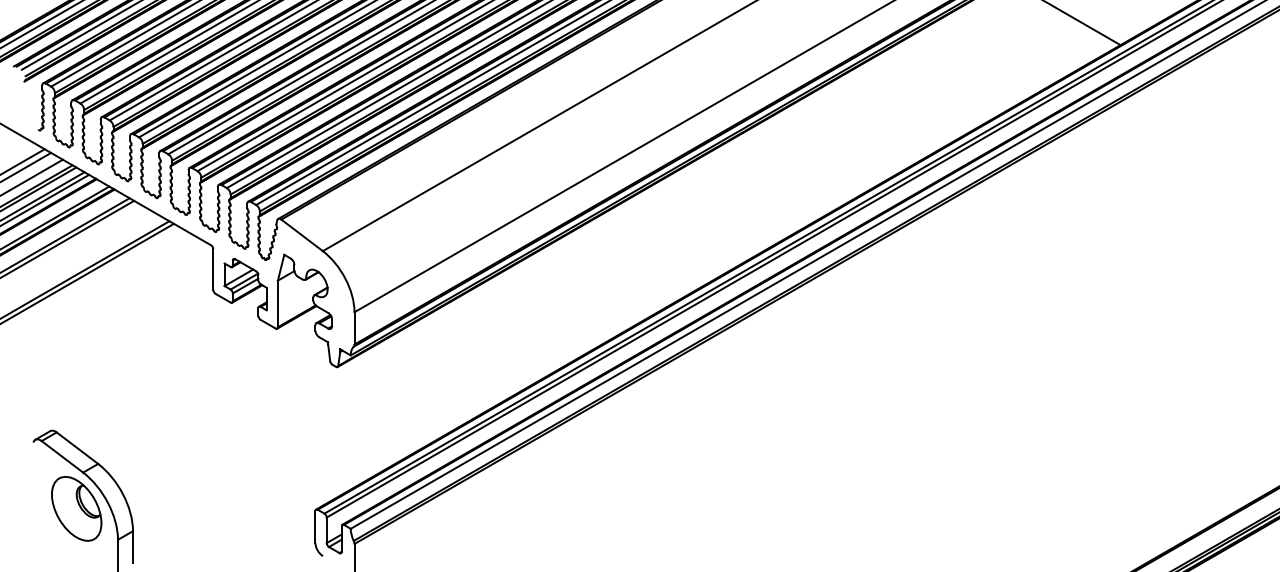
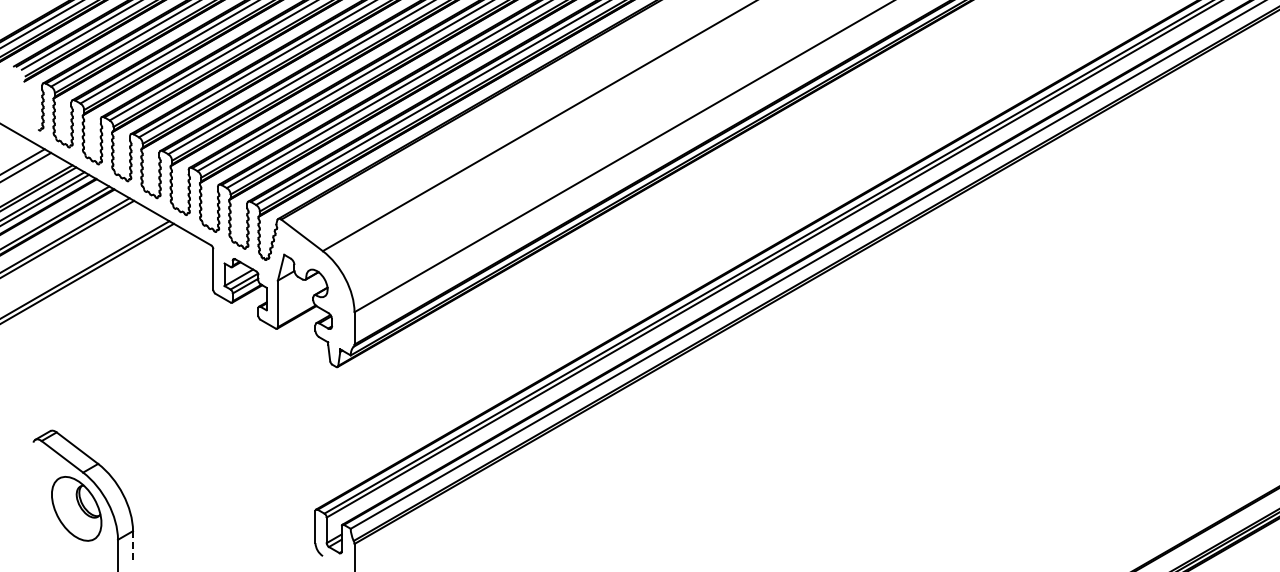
line at (1083, 23): present -> none
line at (32, 176): present -> none
line at (133, 547): solid -> dashed
